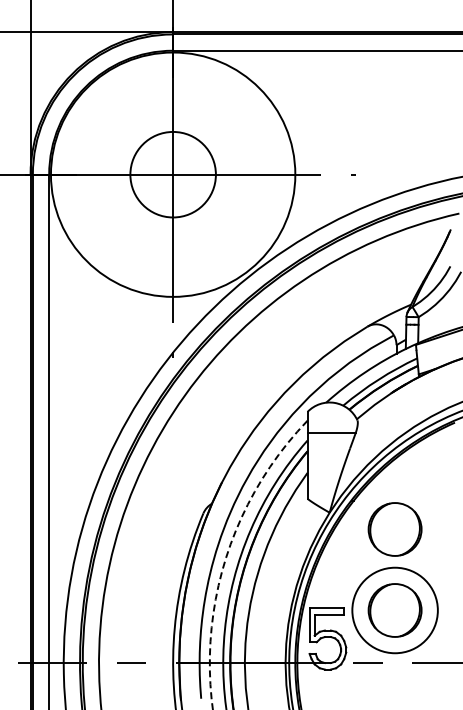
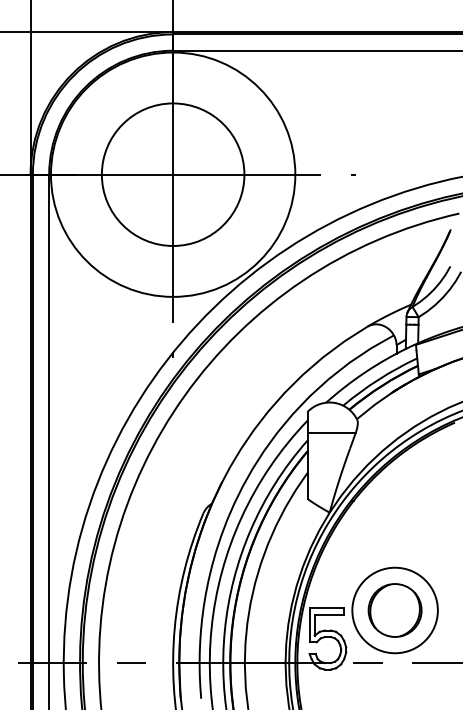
circle at (172, 174) diameter: 86 px -> 143 px
part at (394, 529): present -> none
arc at (226, 555): dashed -> solid
